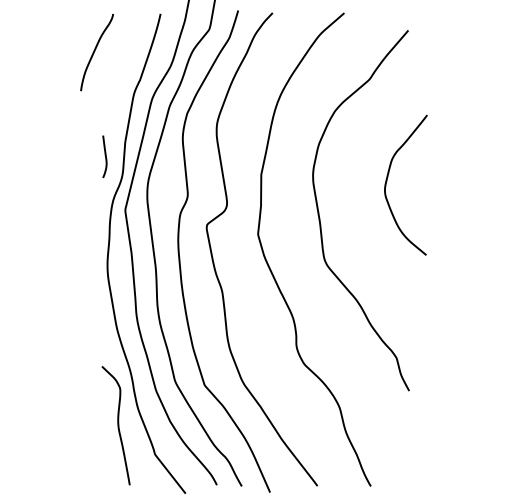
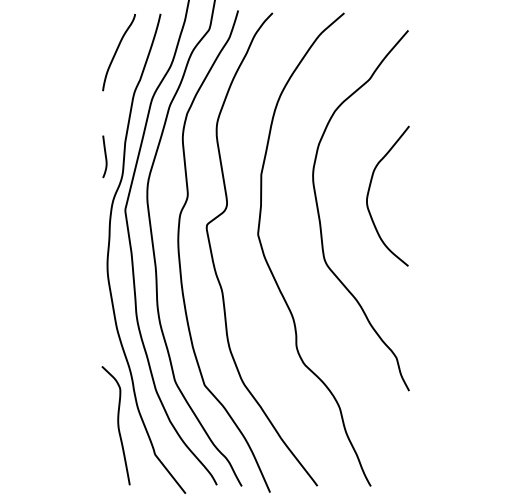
curve at (95, 51) position: (95, 51) -> (117, 51)
curve at (387, 181) position: (387, 181) -> (369, 192)
